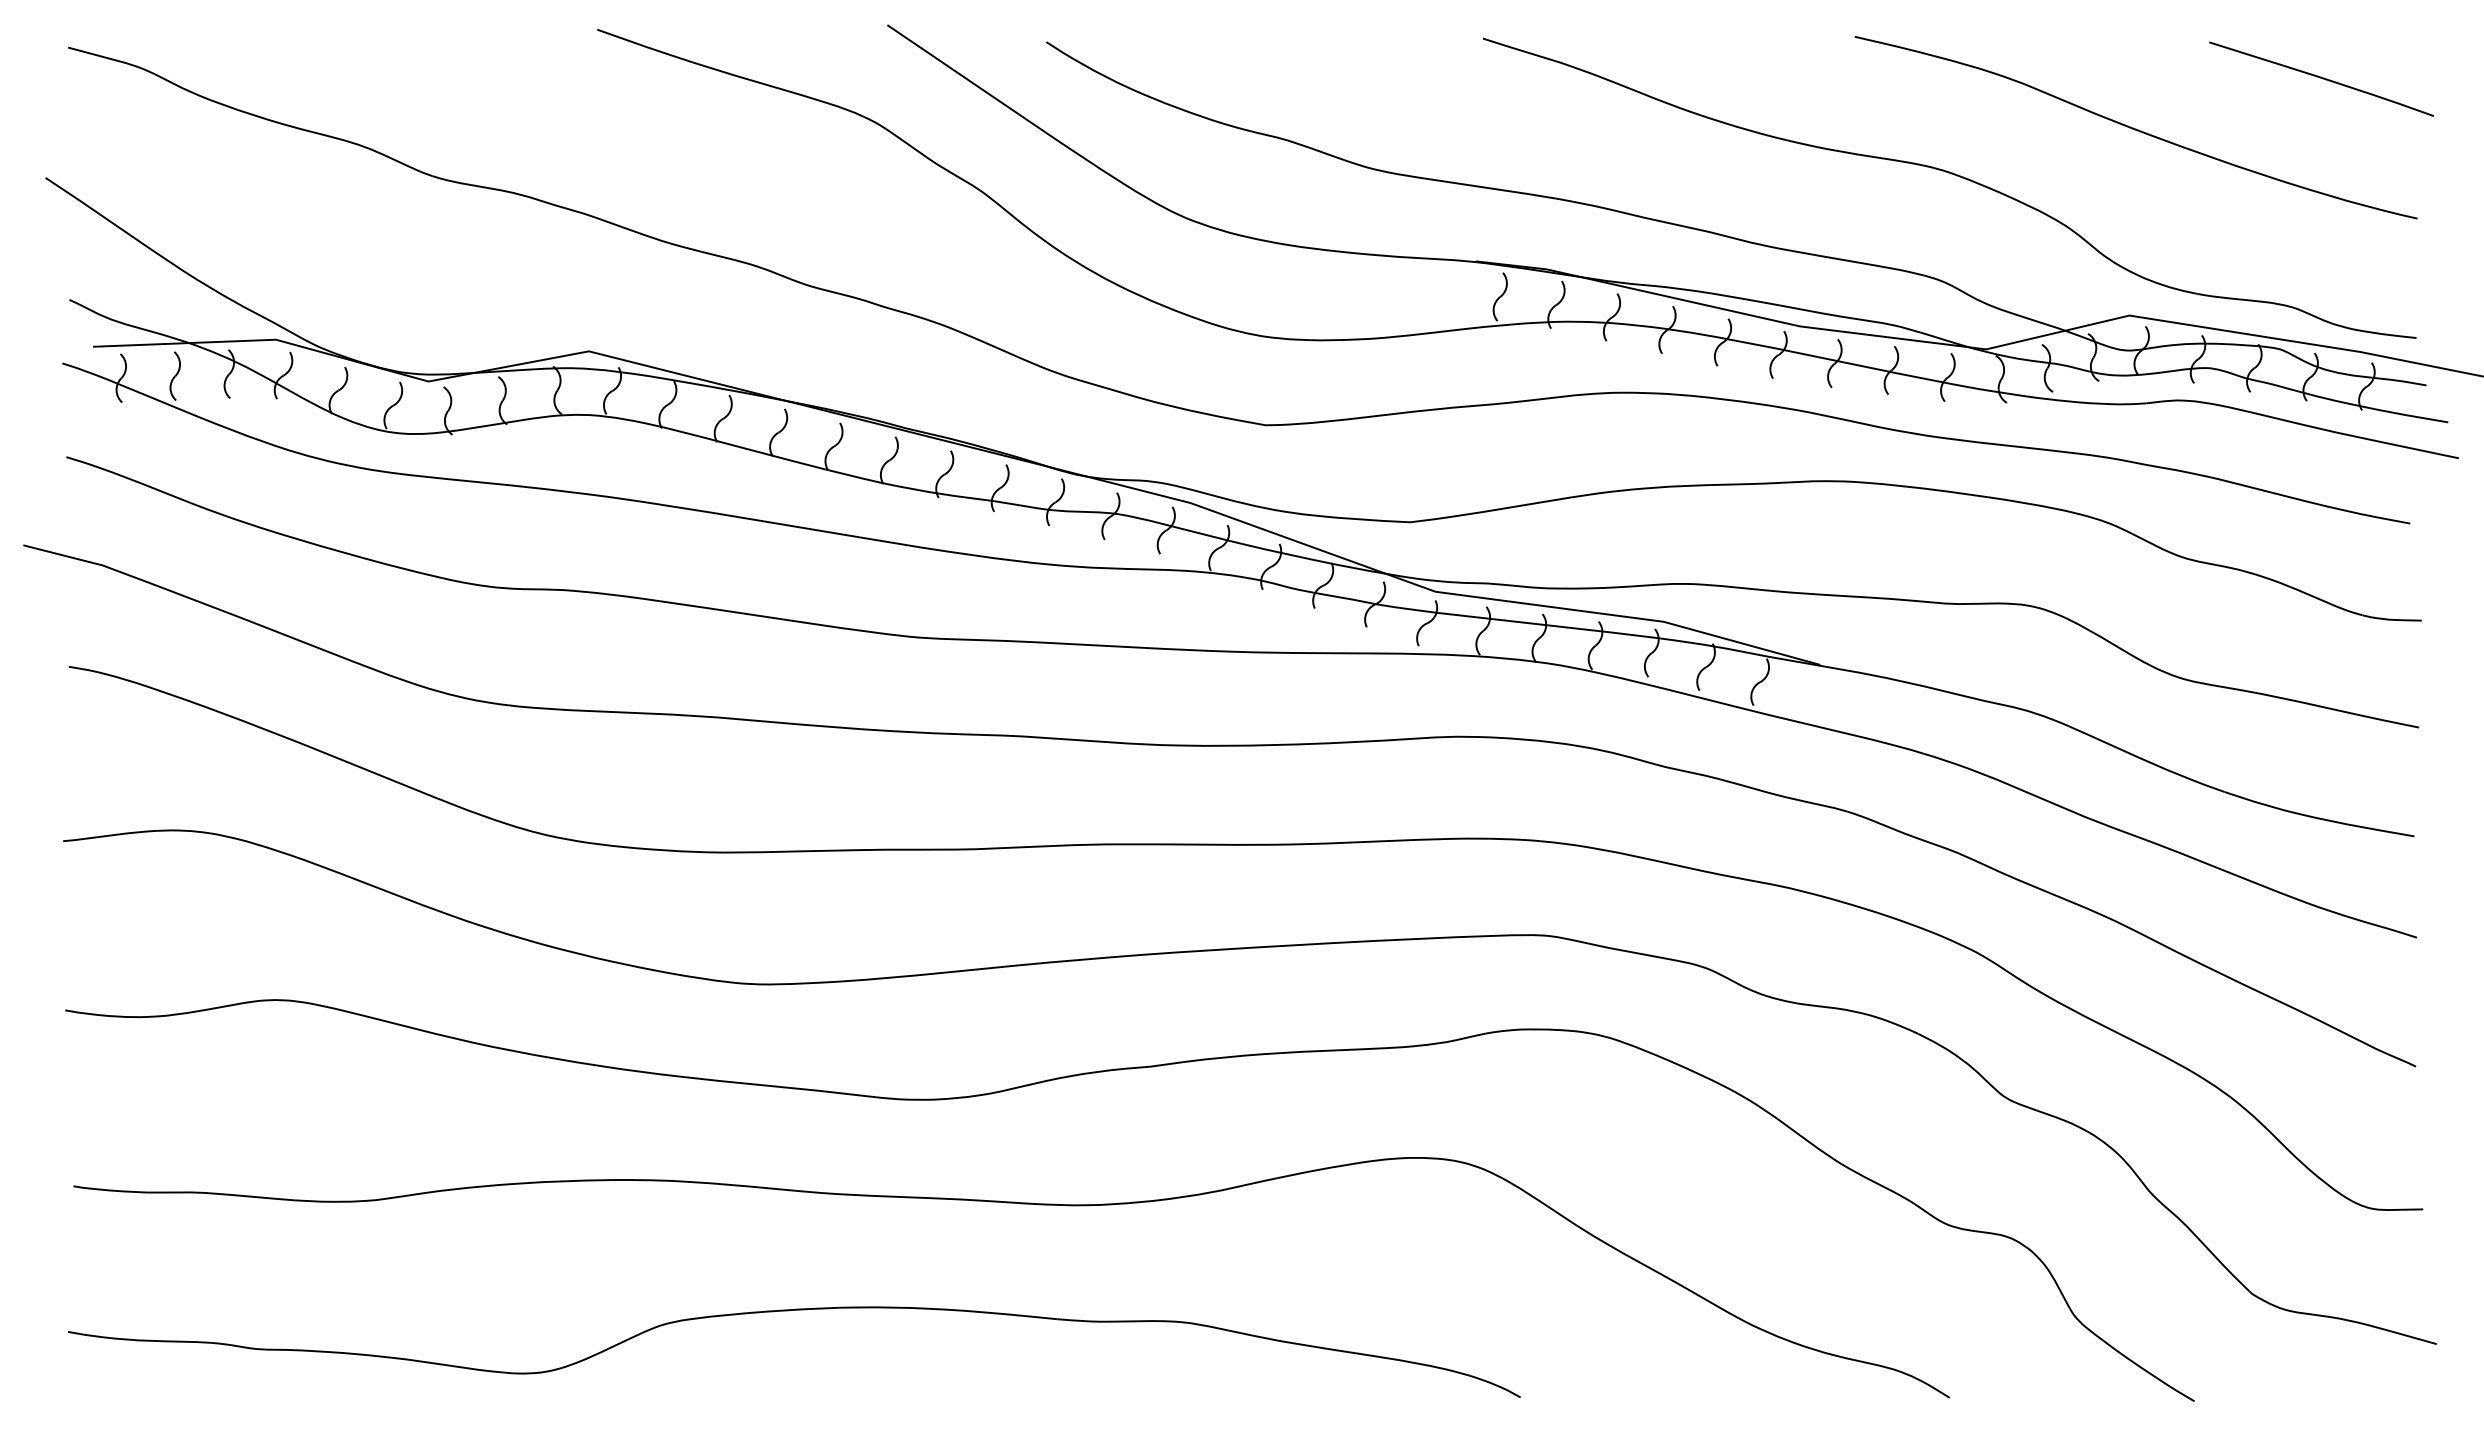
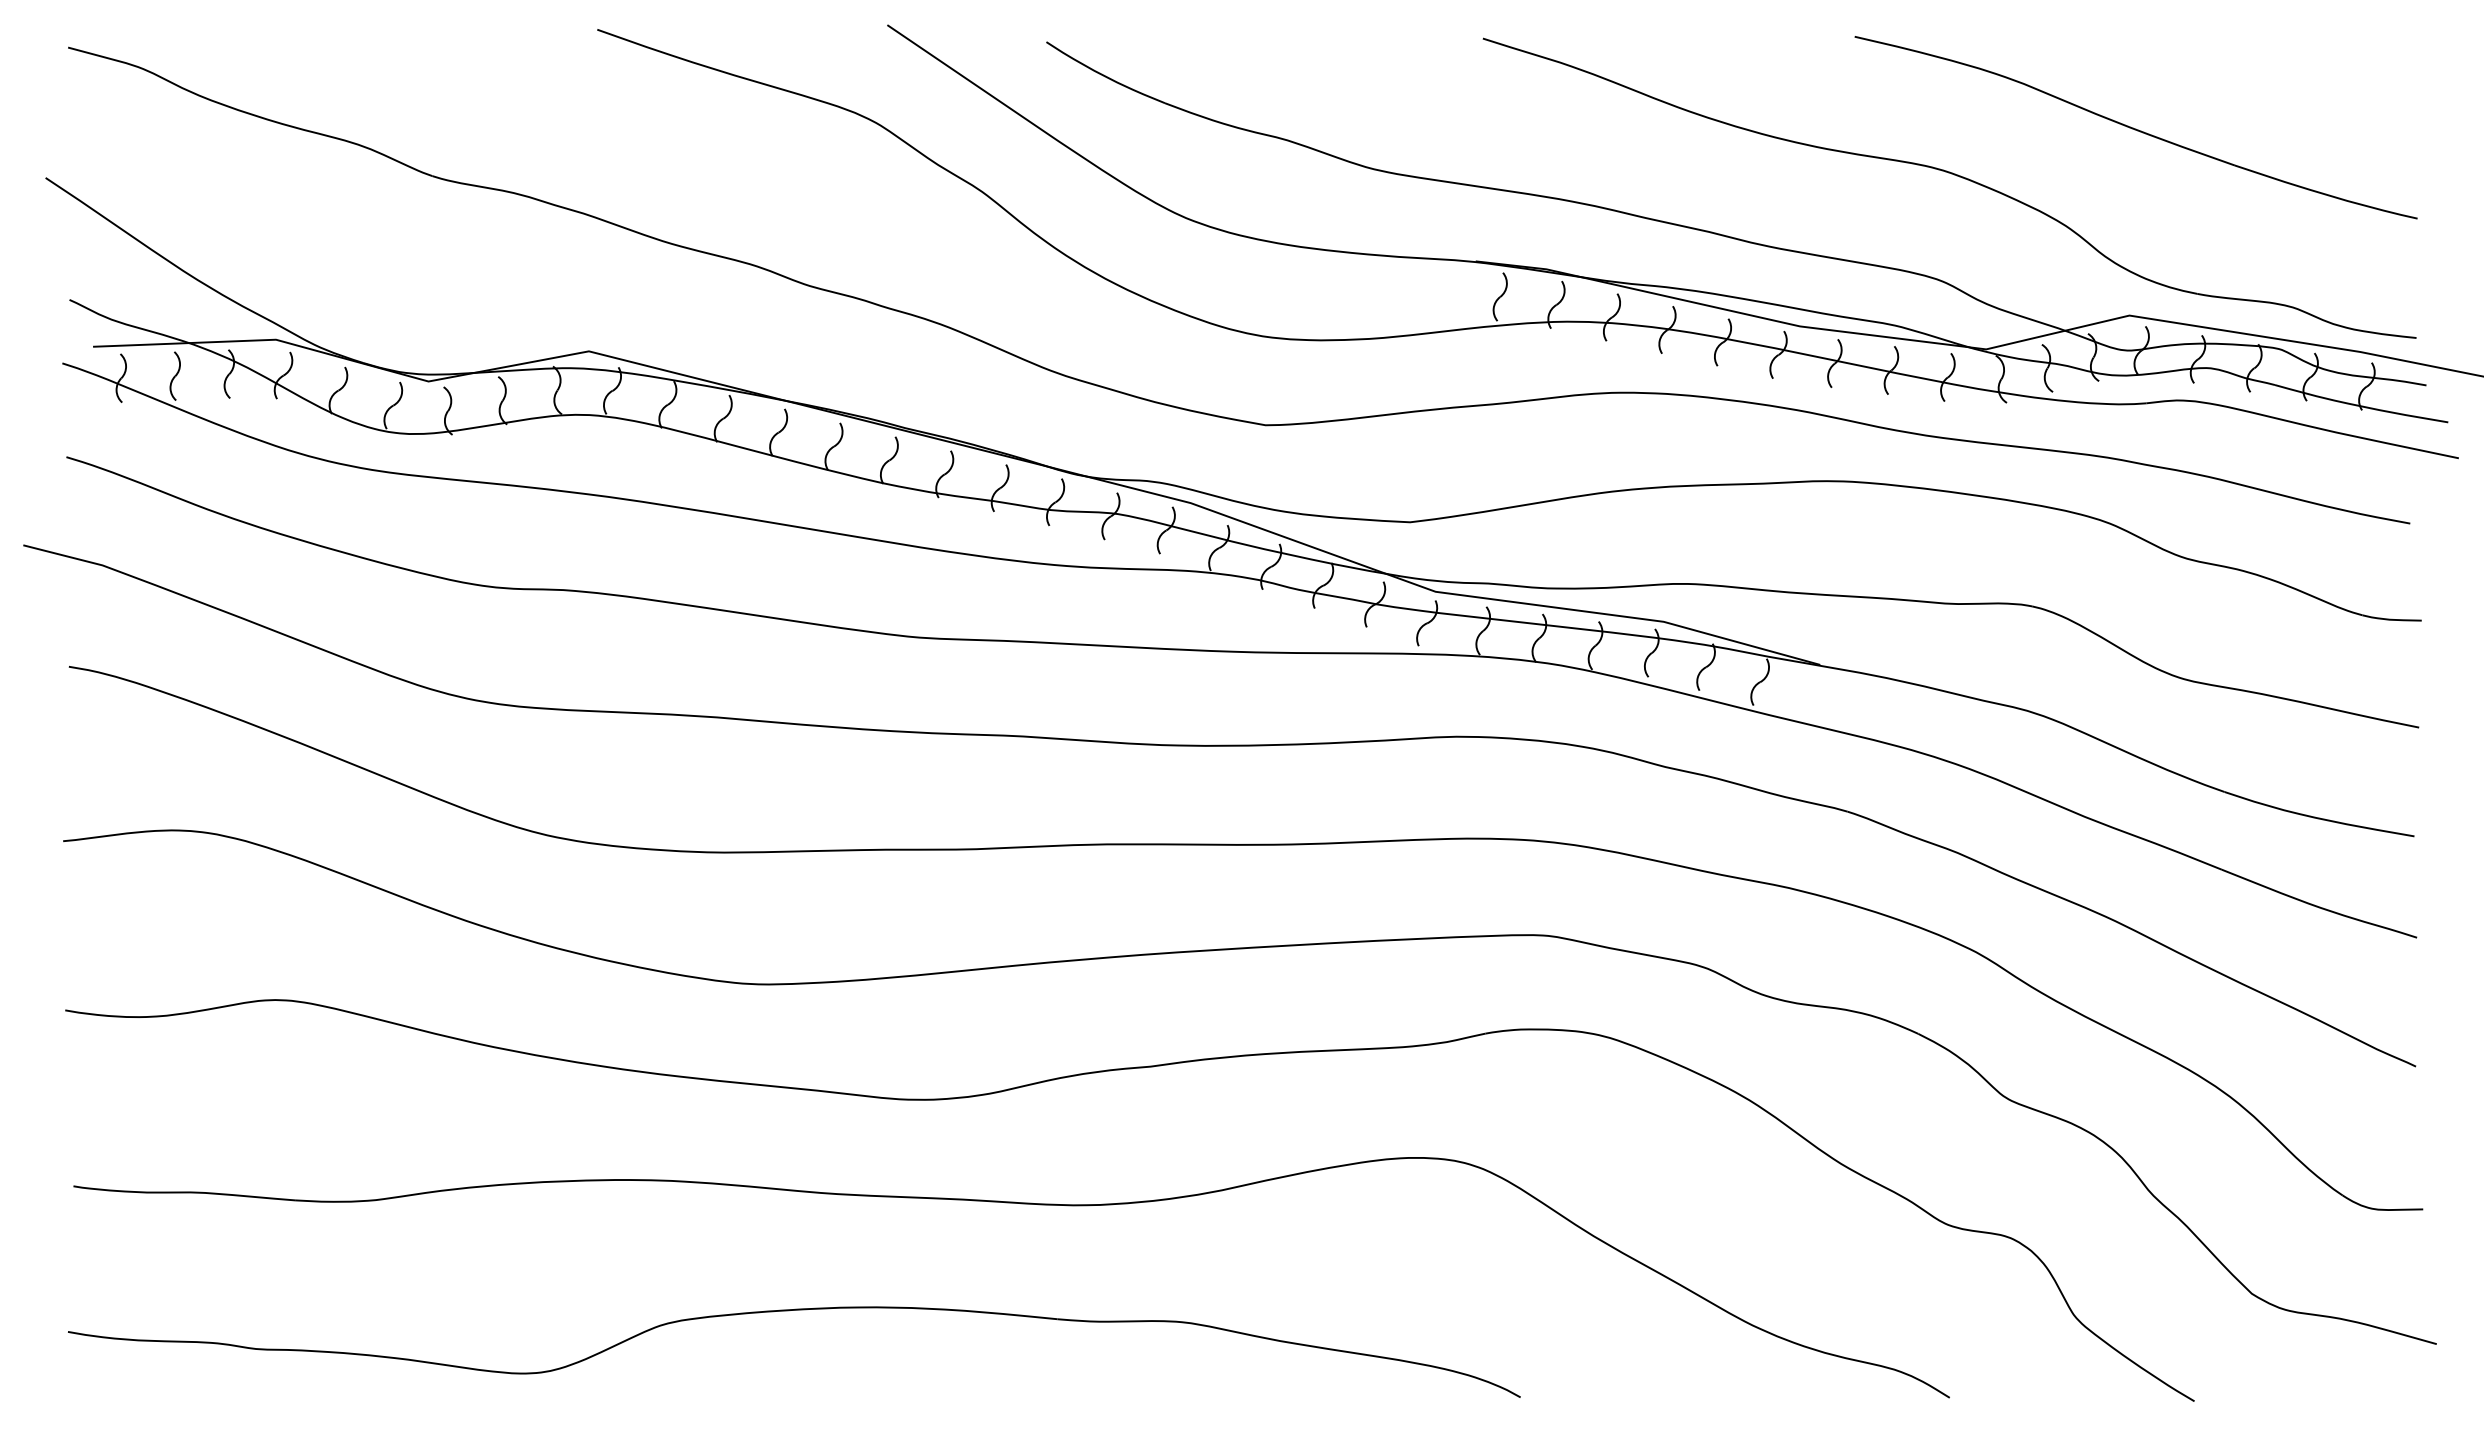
curve at (2321, 78): present -> none
